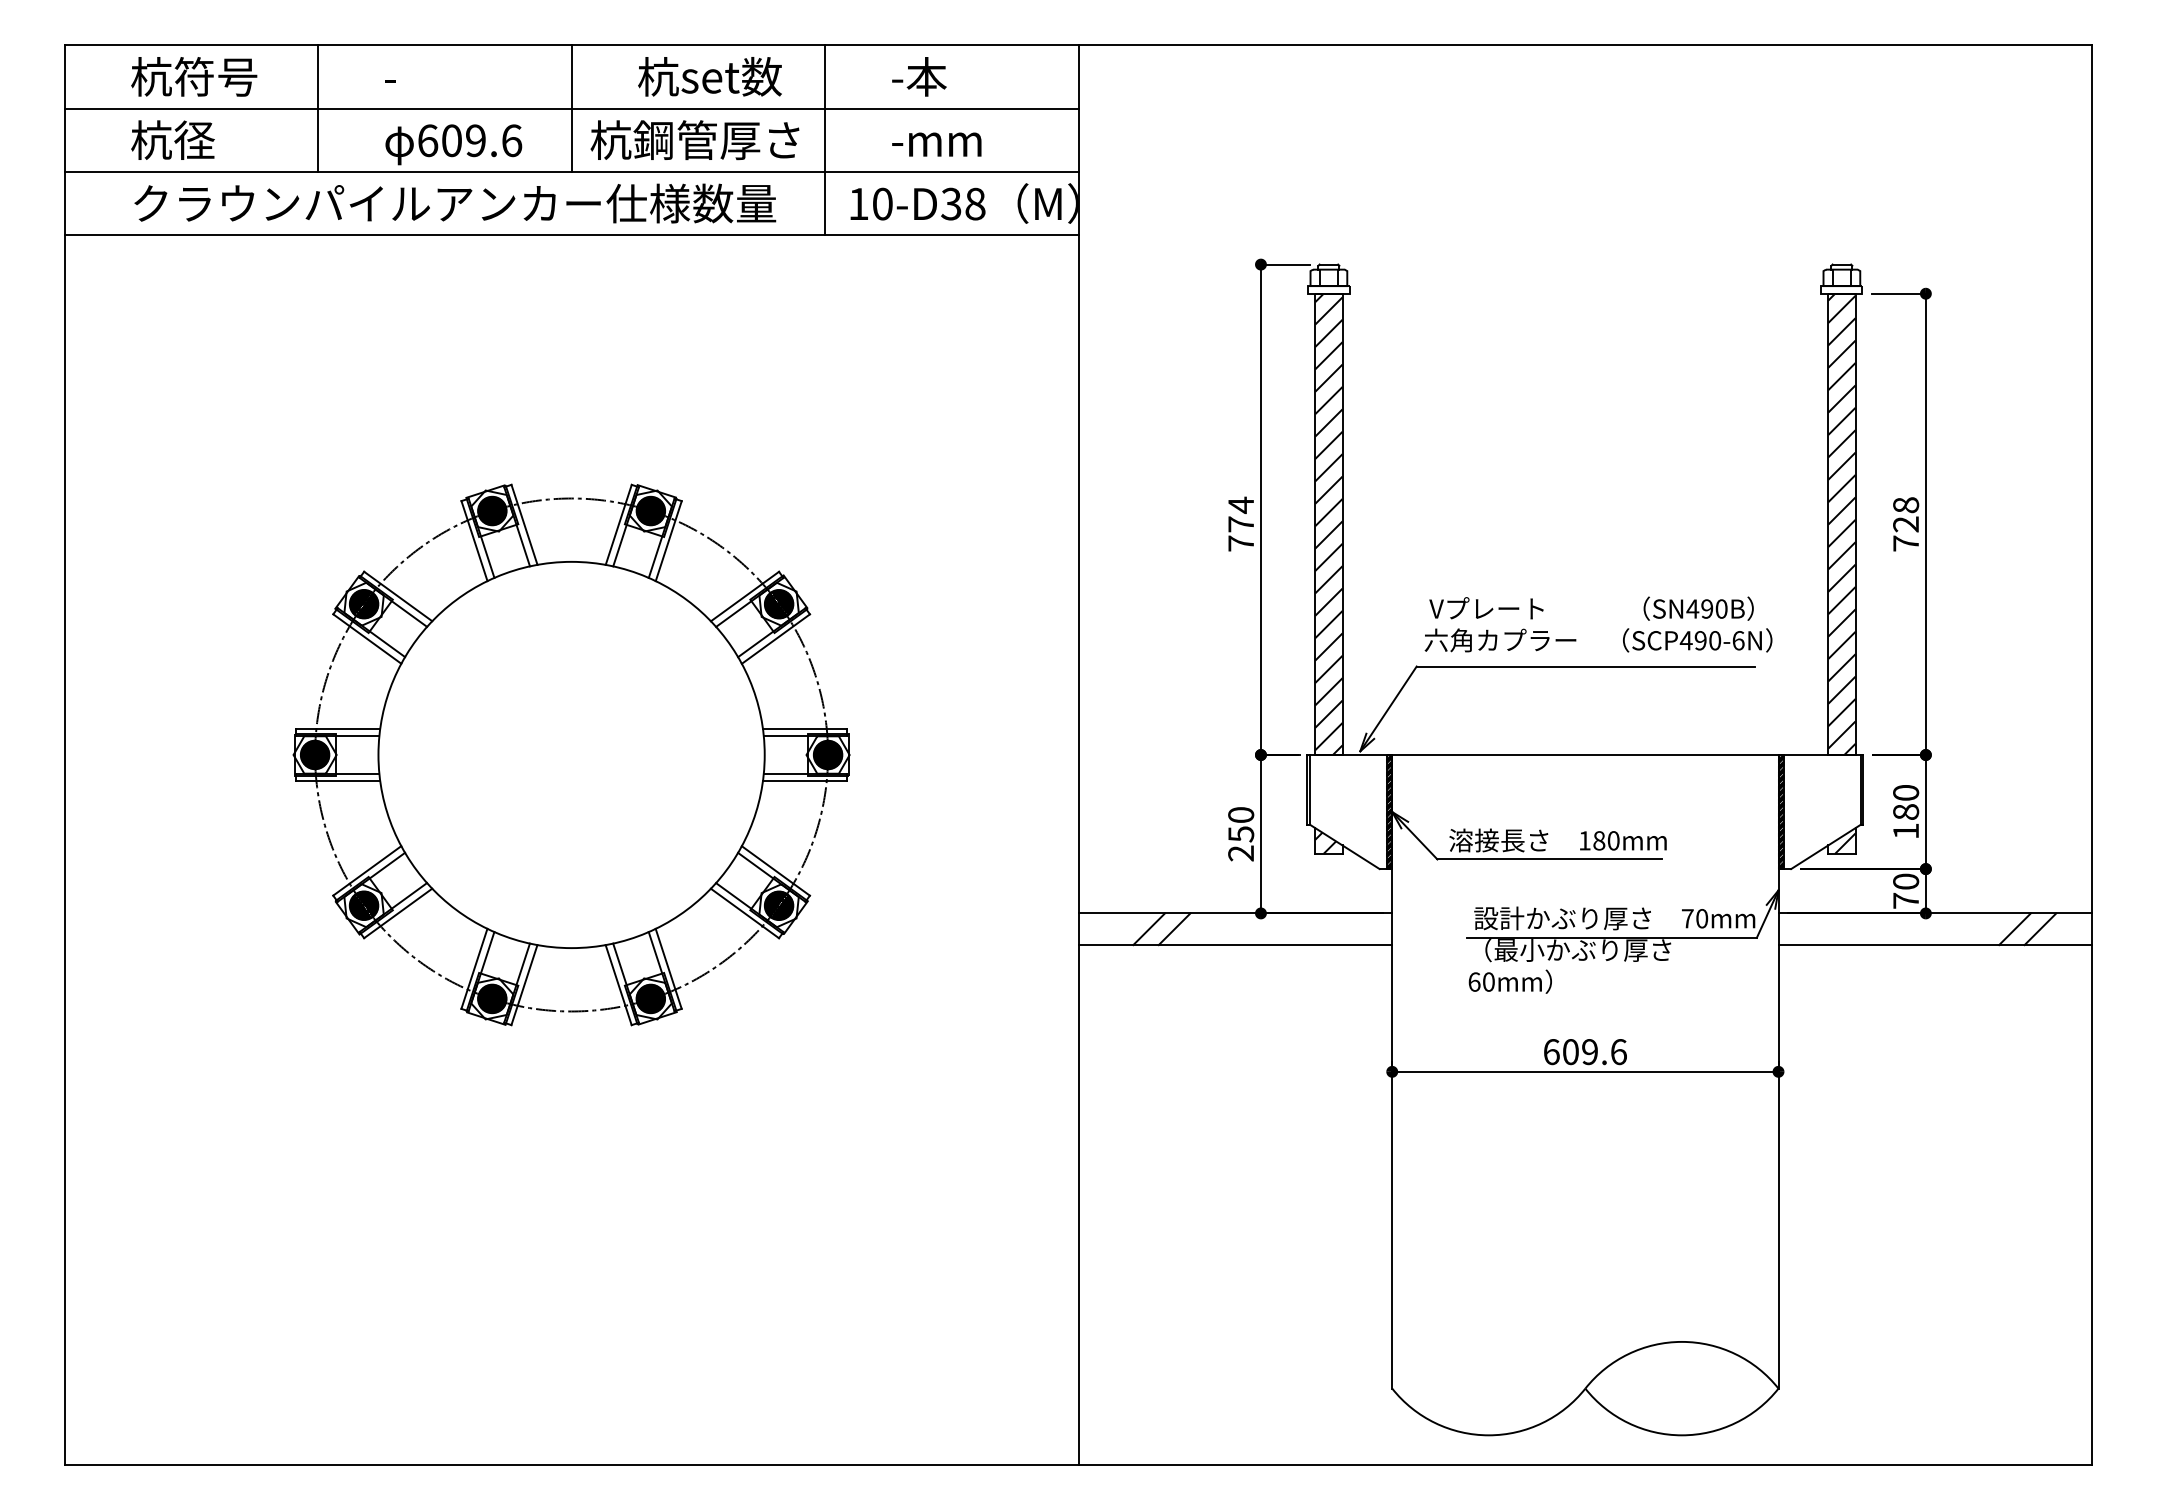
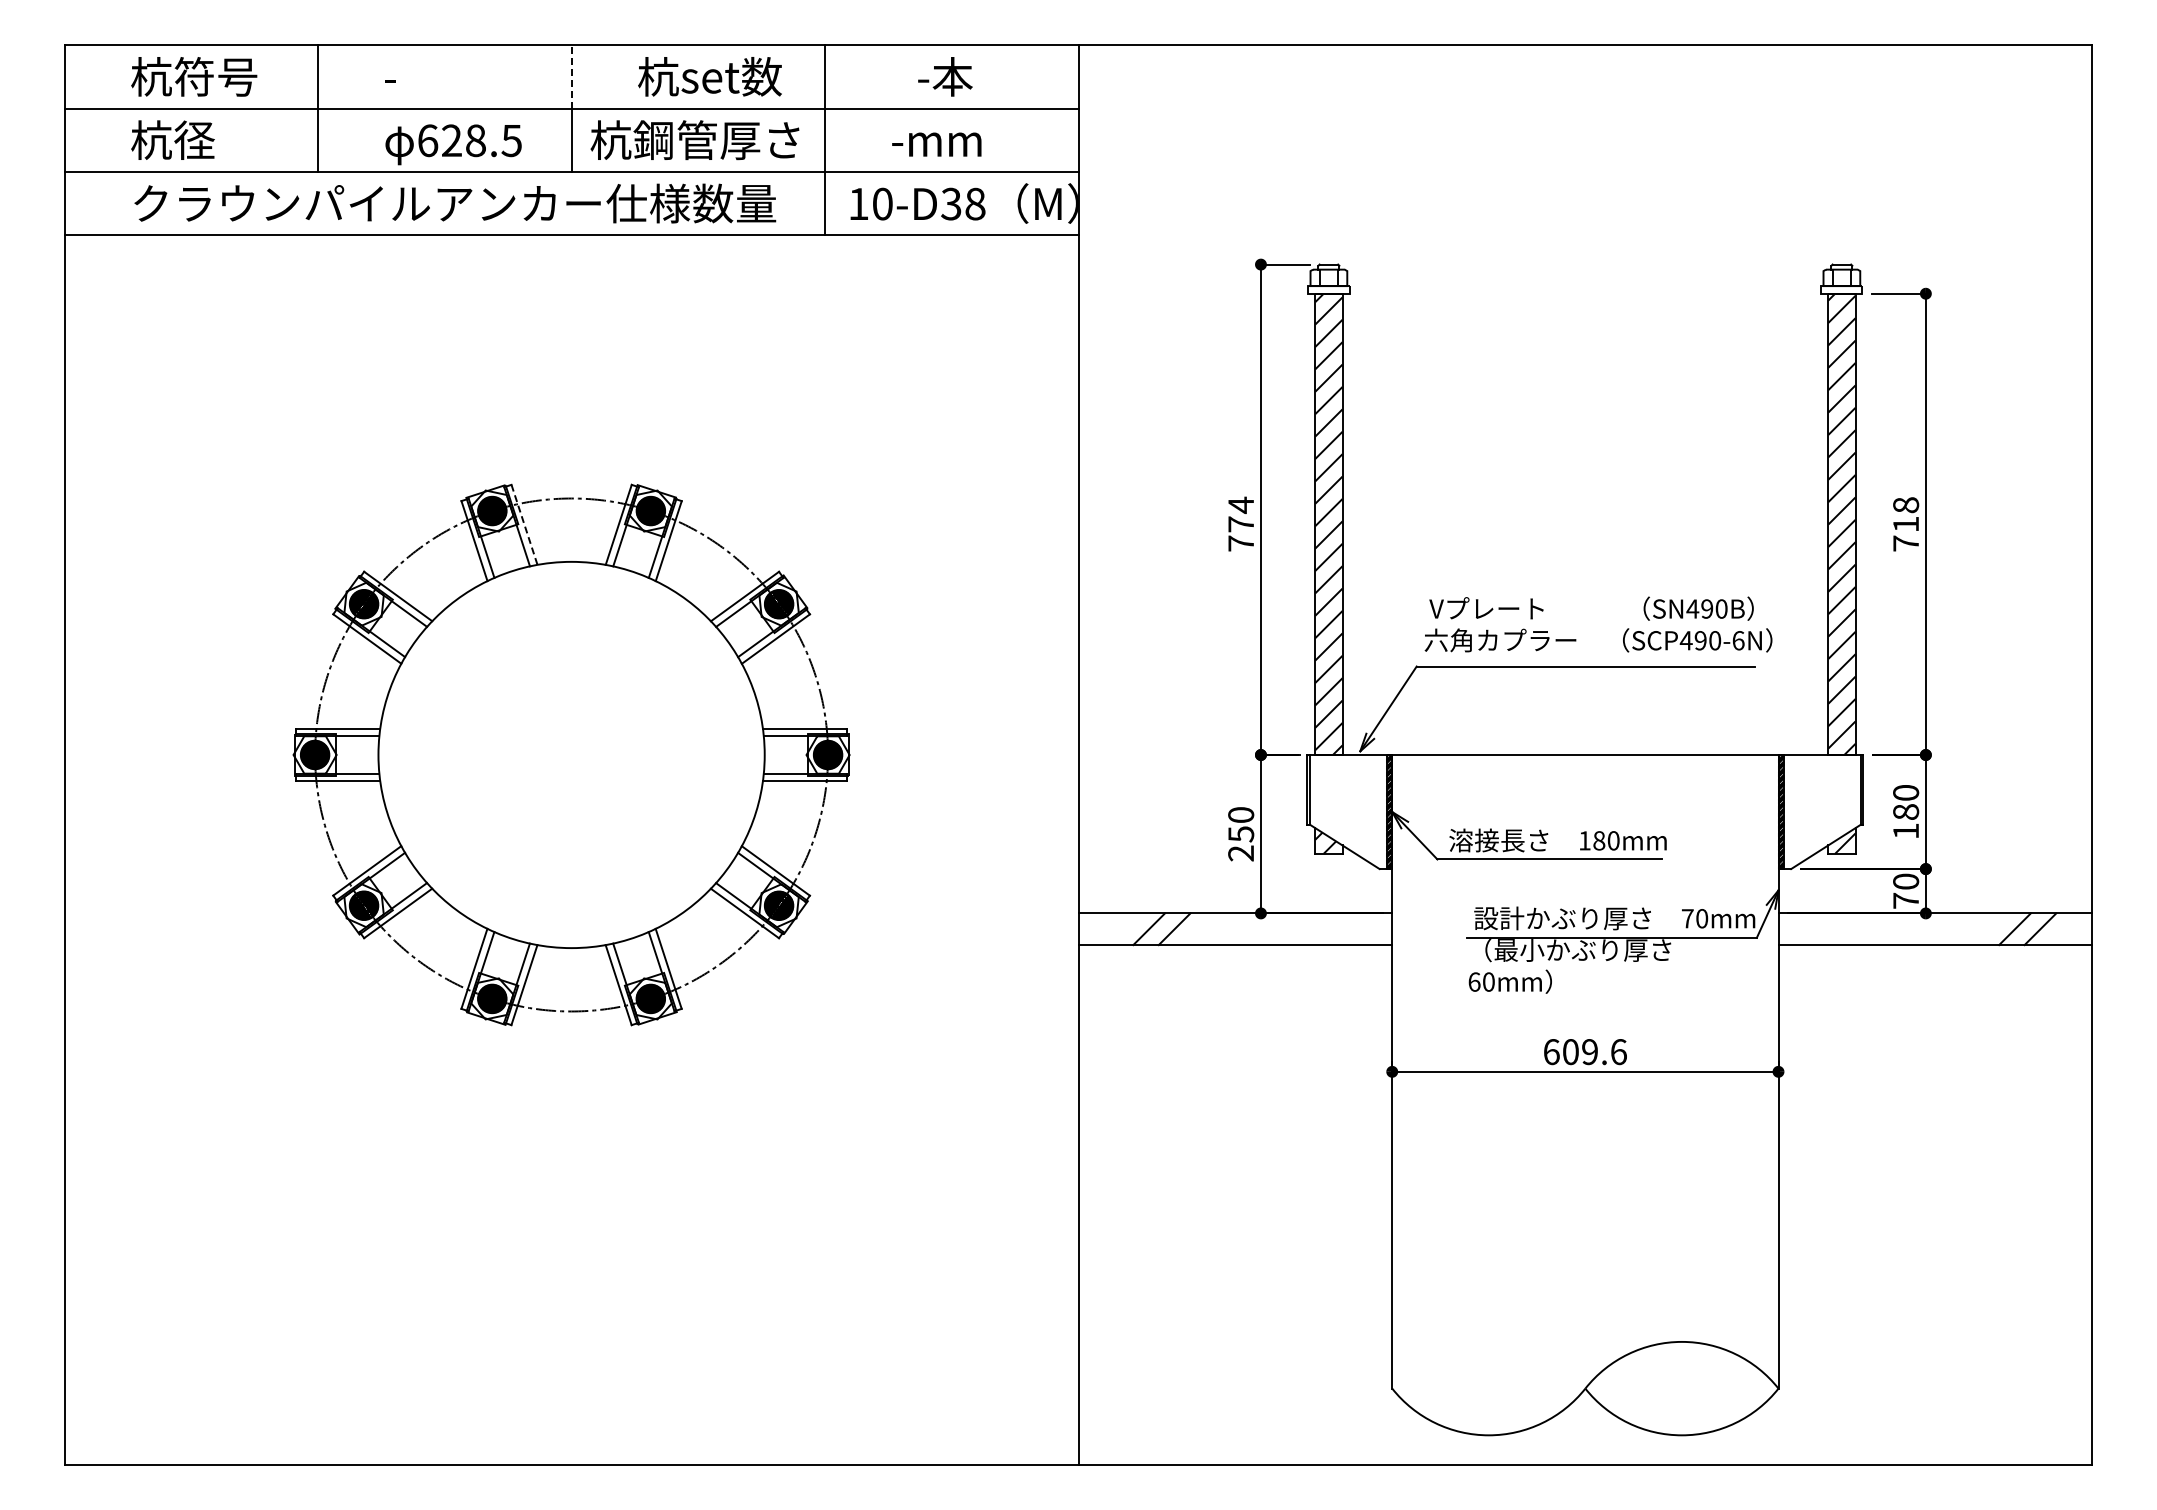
text at (919, 76) position: (919, 76) -> (945, 76)
line at (571, 77): solid -> dashed
text at (482, 140): 609.6 -> 628.5
text at (1905, 524): 728 -> 718
line at (524, 525): solid -> dashed
